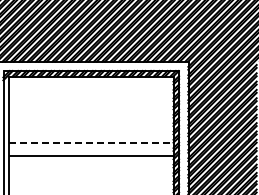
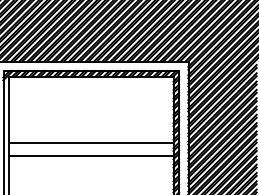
line at (92, 143): dashed -> solid
